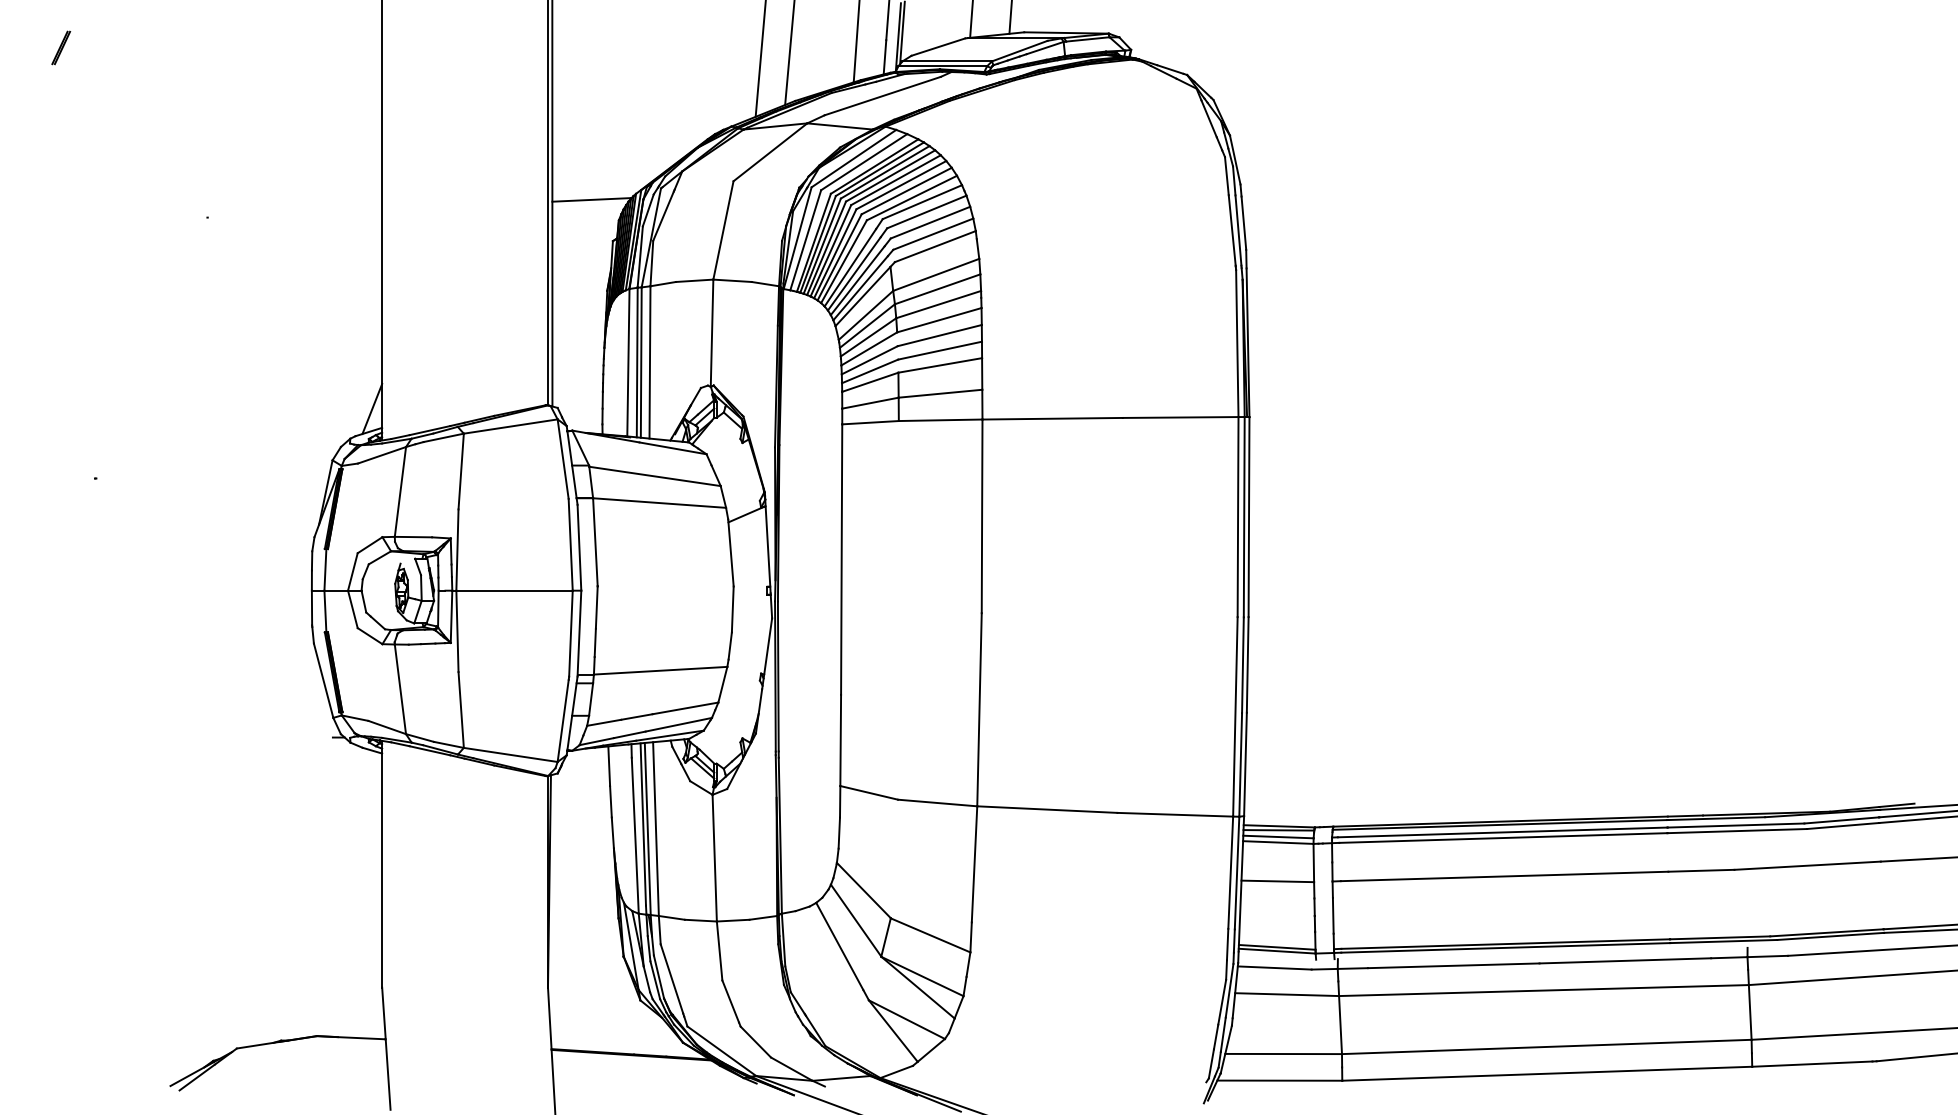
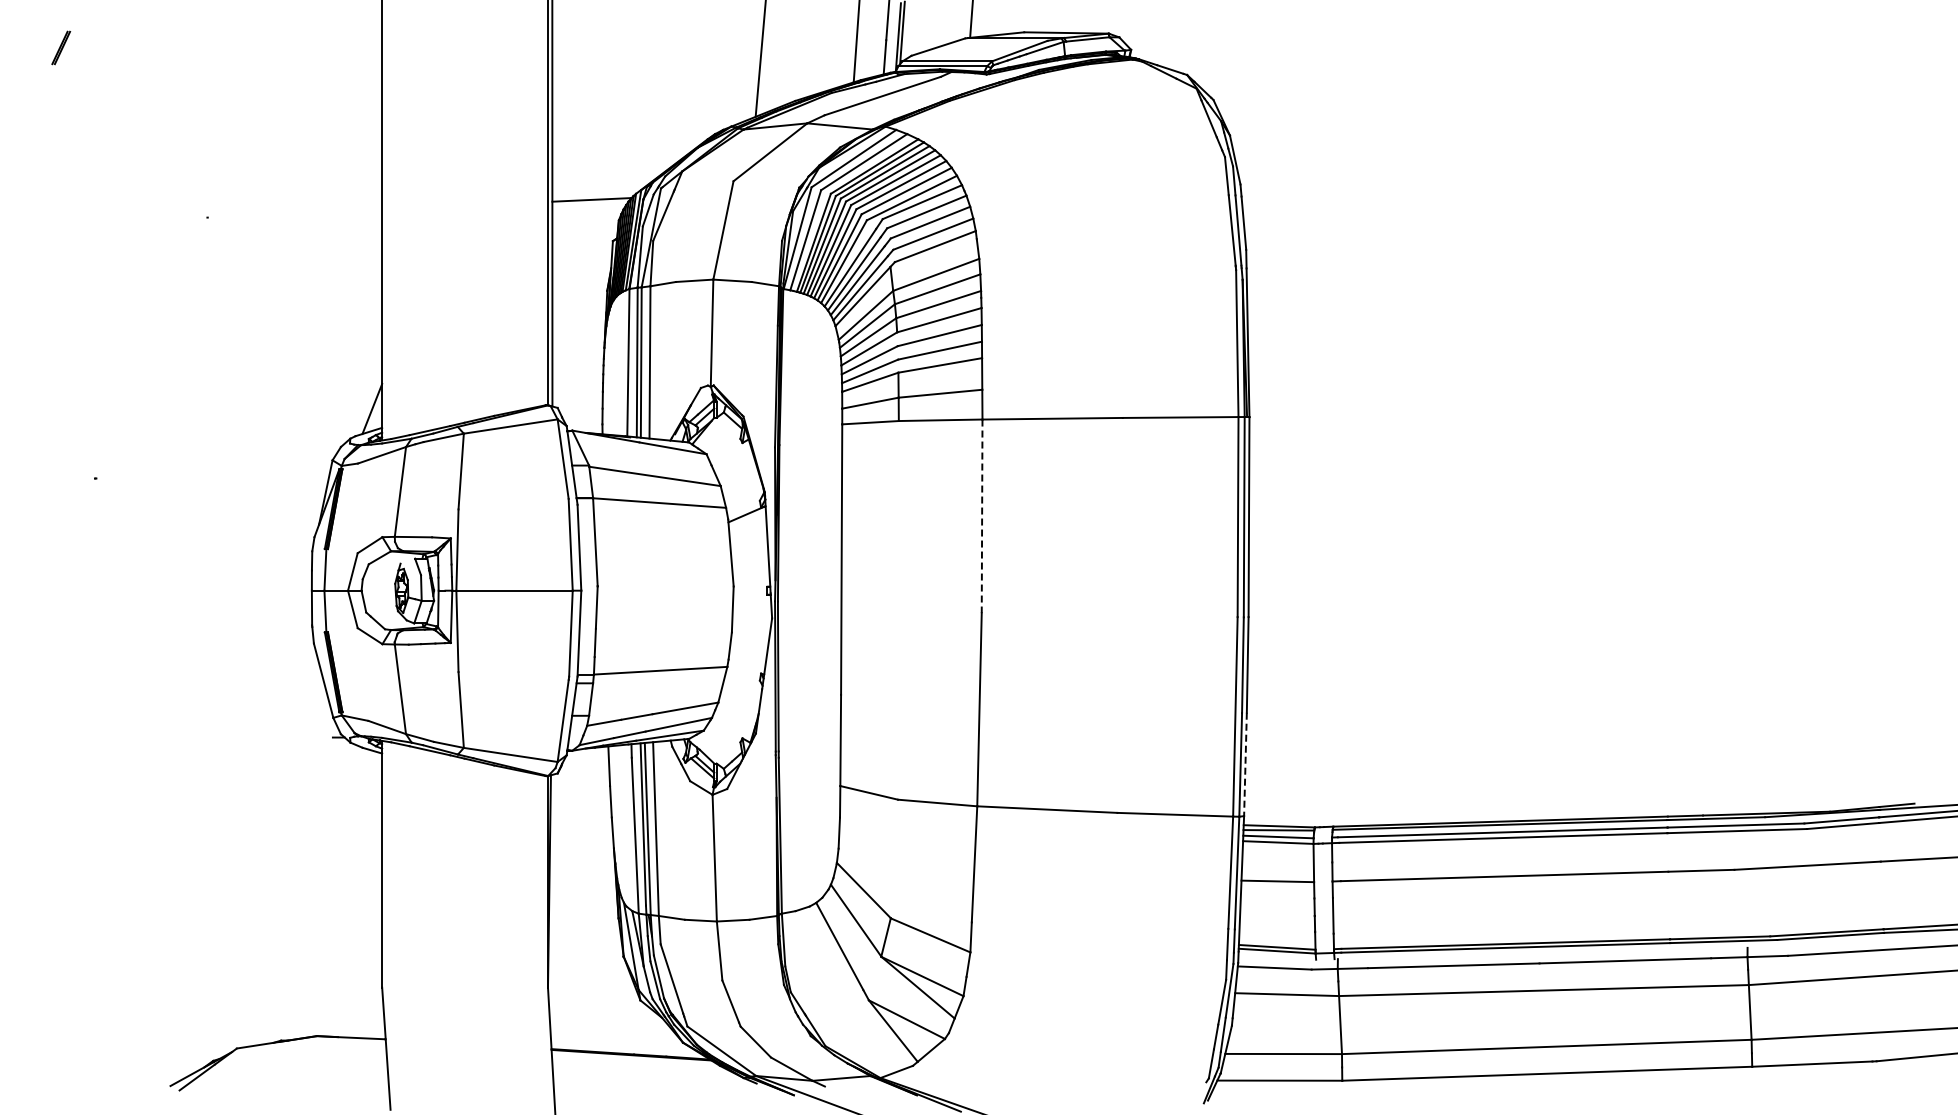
line at (1010, 17): present -> none
line at (789, 53): present -> none
line at (982, 516): solid -> dashed
line at (1245, 764): solid -> dashed
